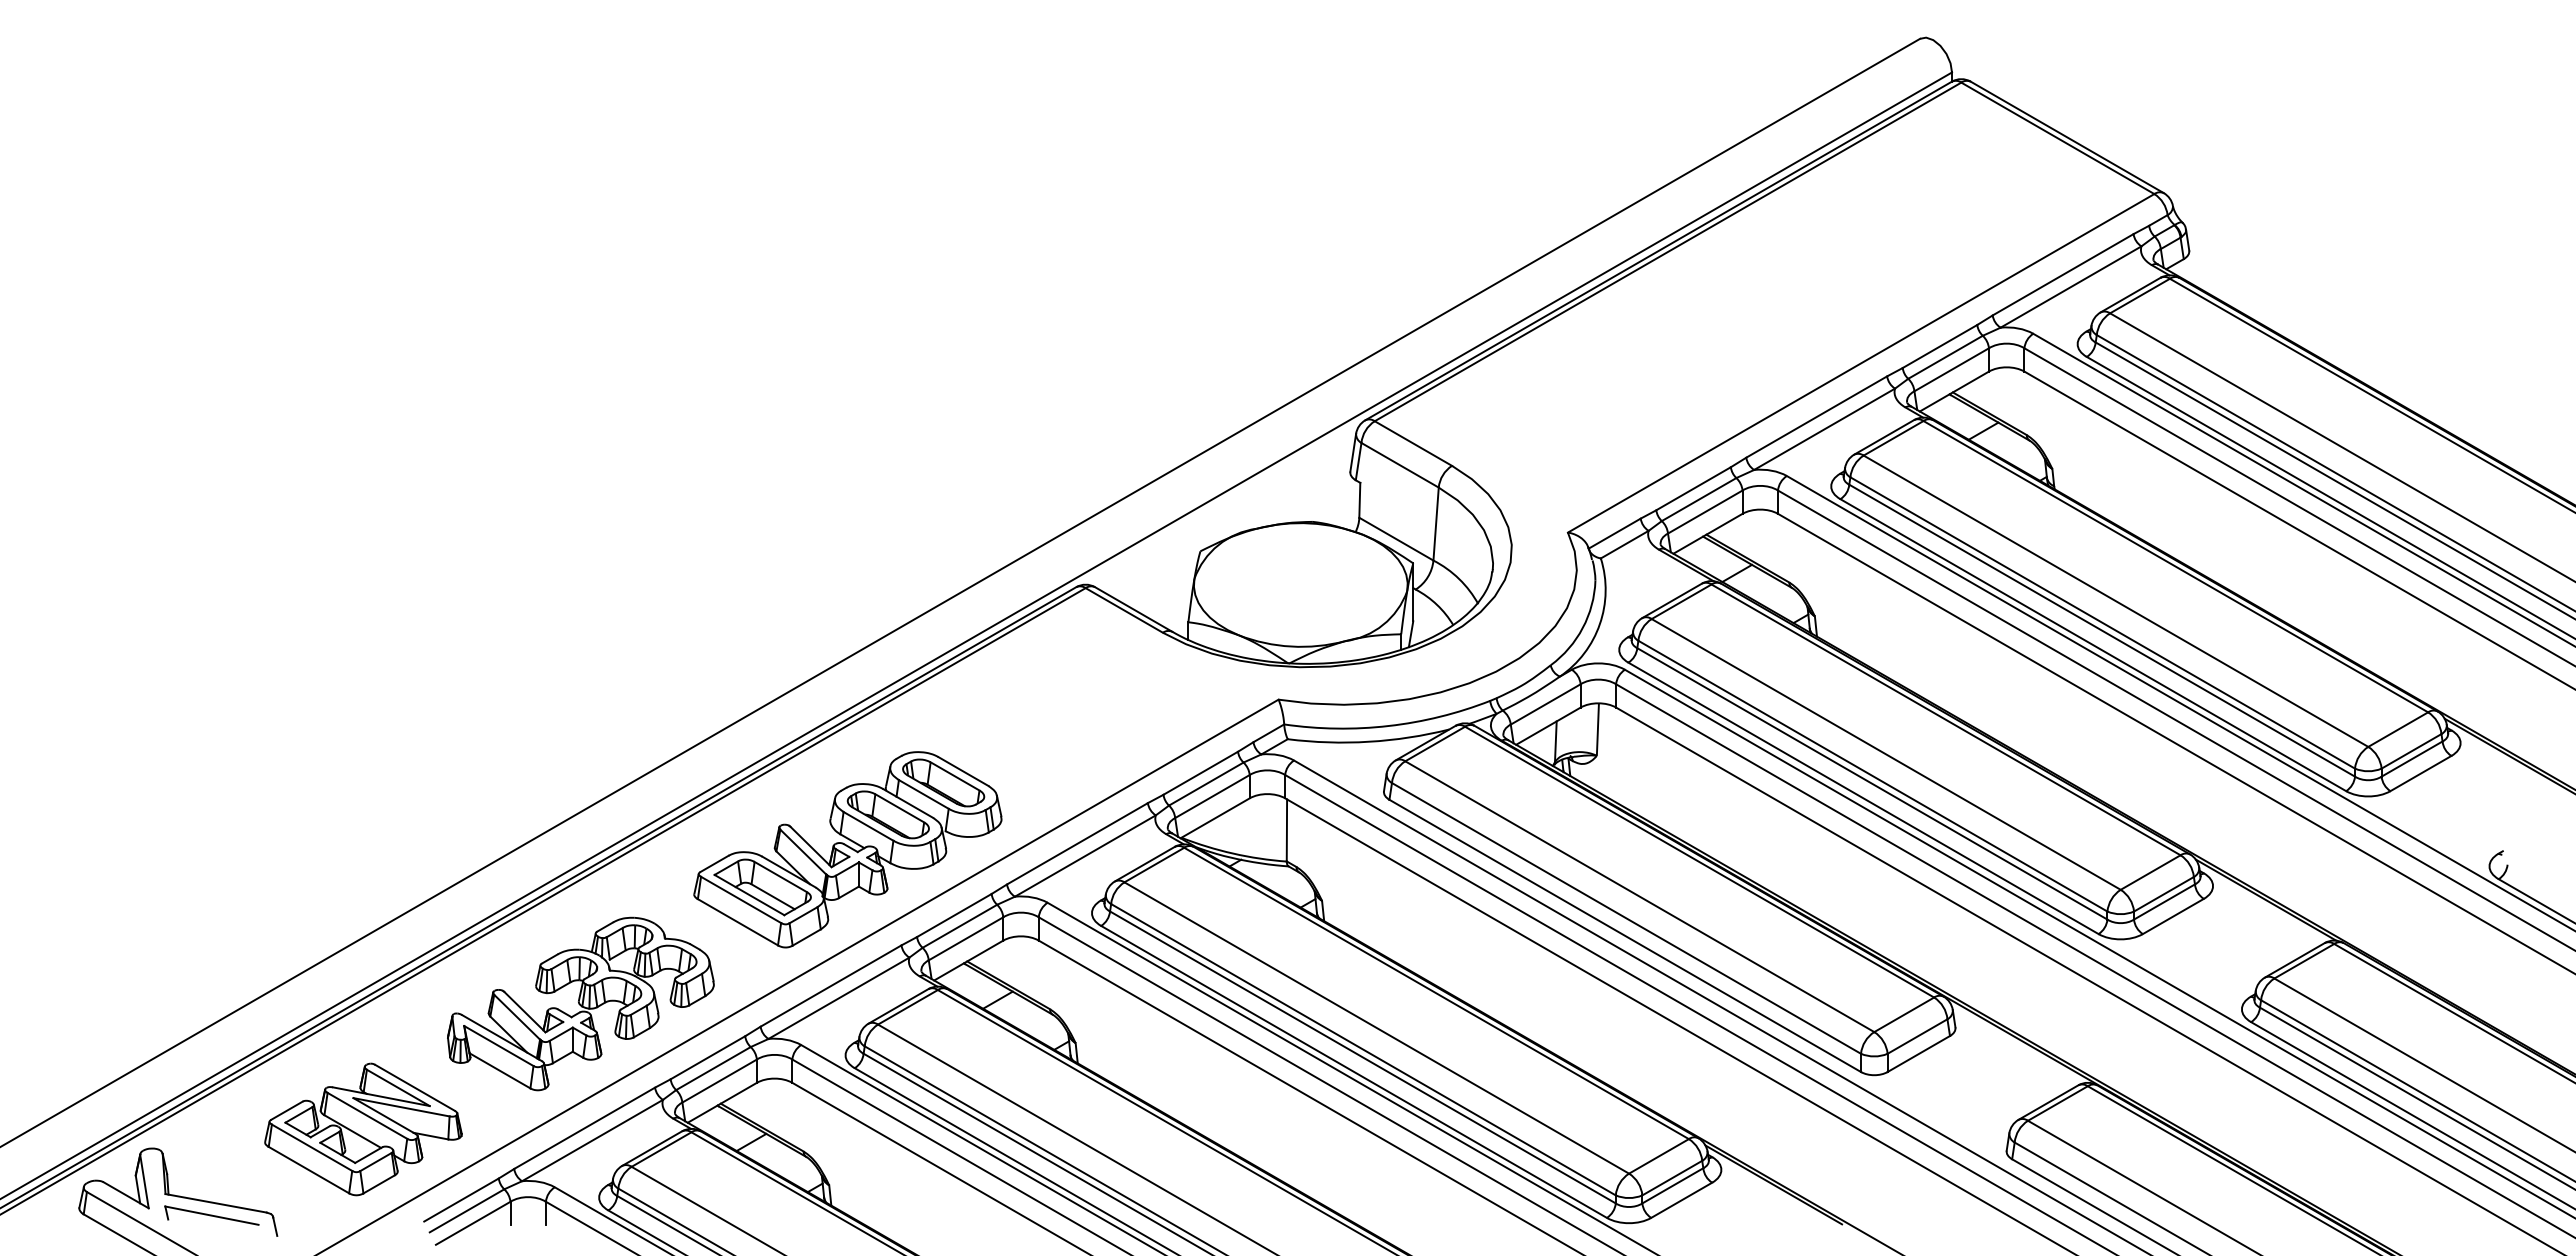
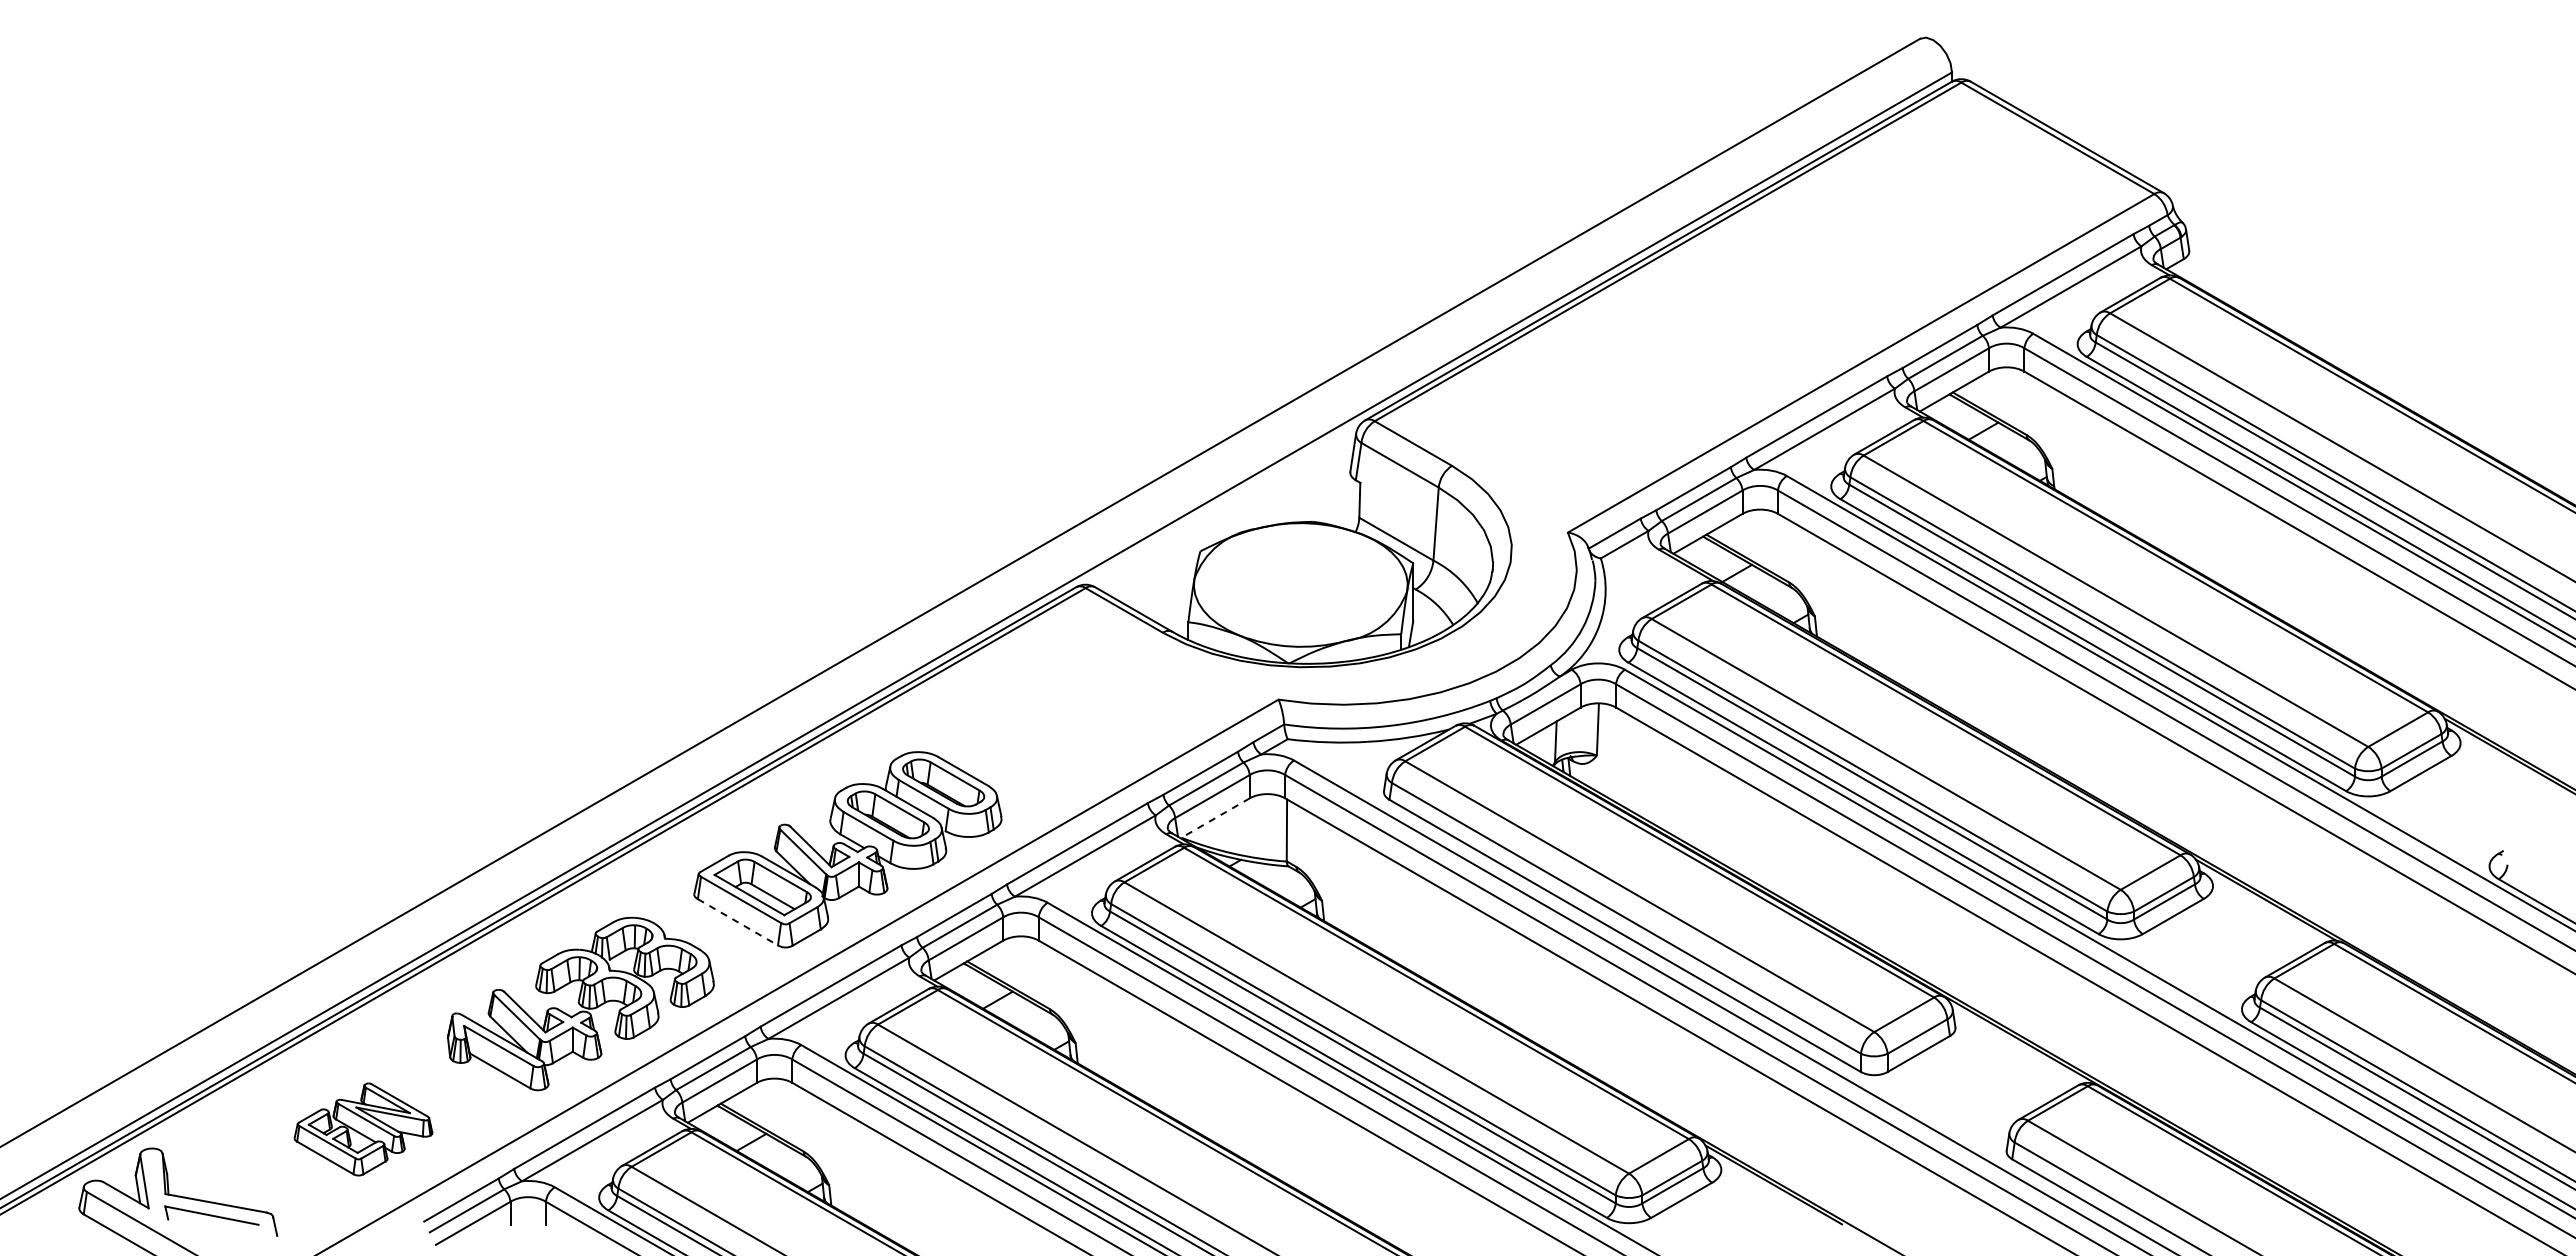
line at (1215, 818): solid -> dashed
line at (738, 922): solid -> dashed
part at (363, 1129) size: 199x135 px -> 141x95 px
